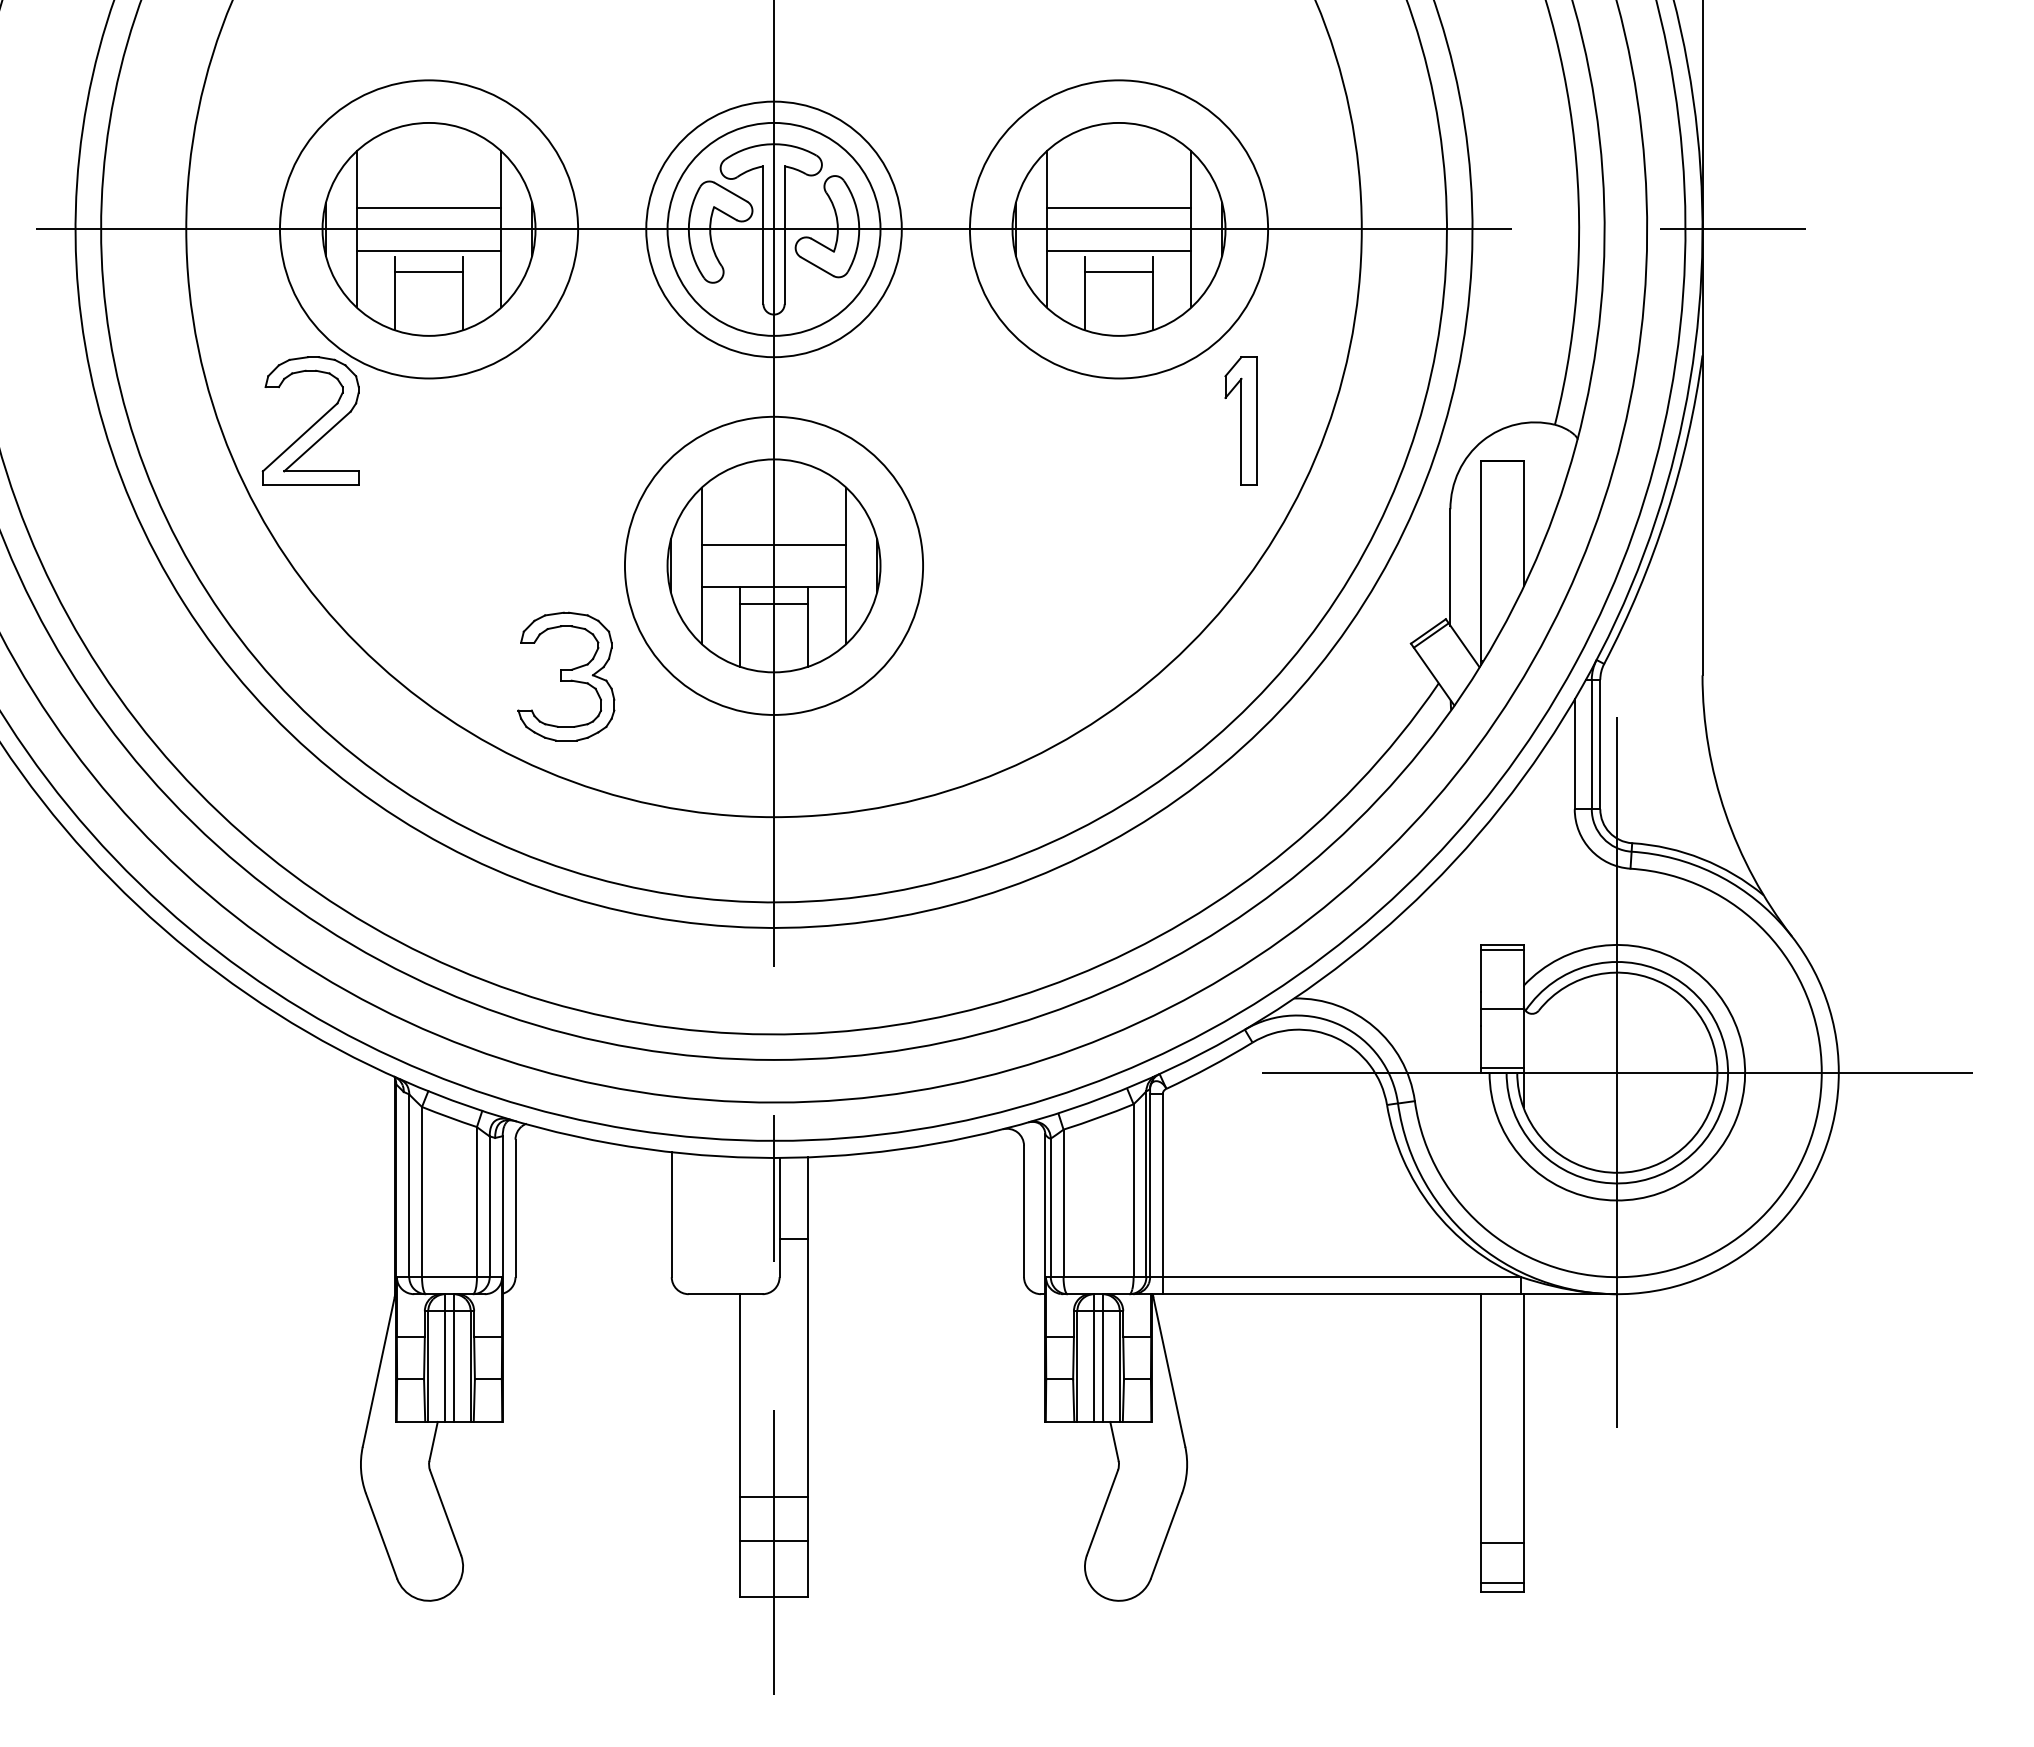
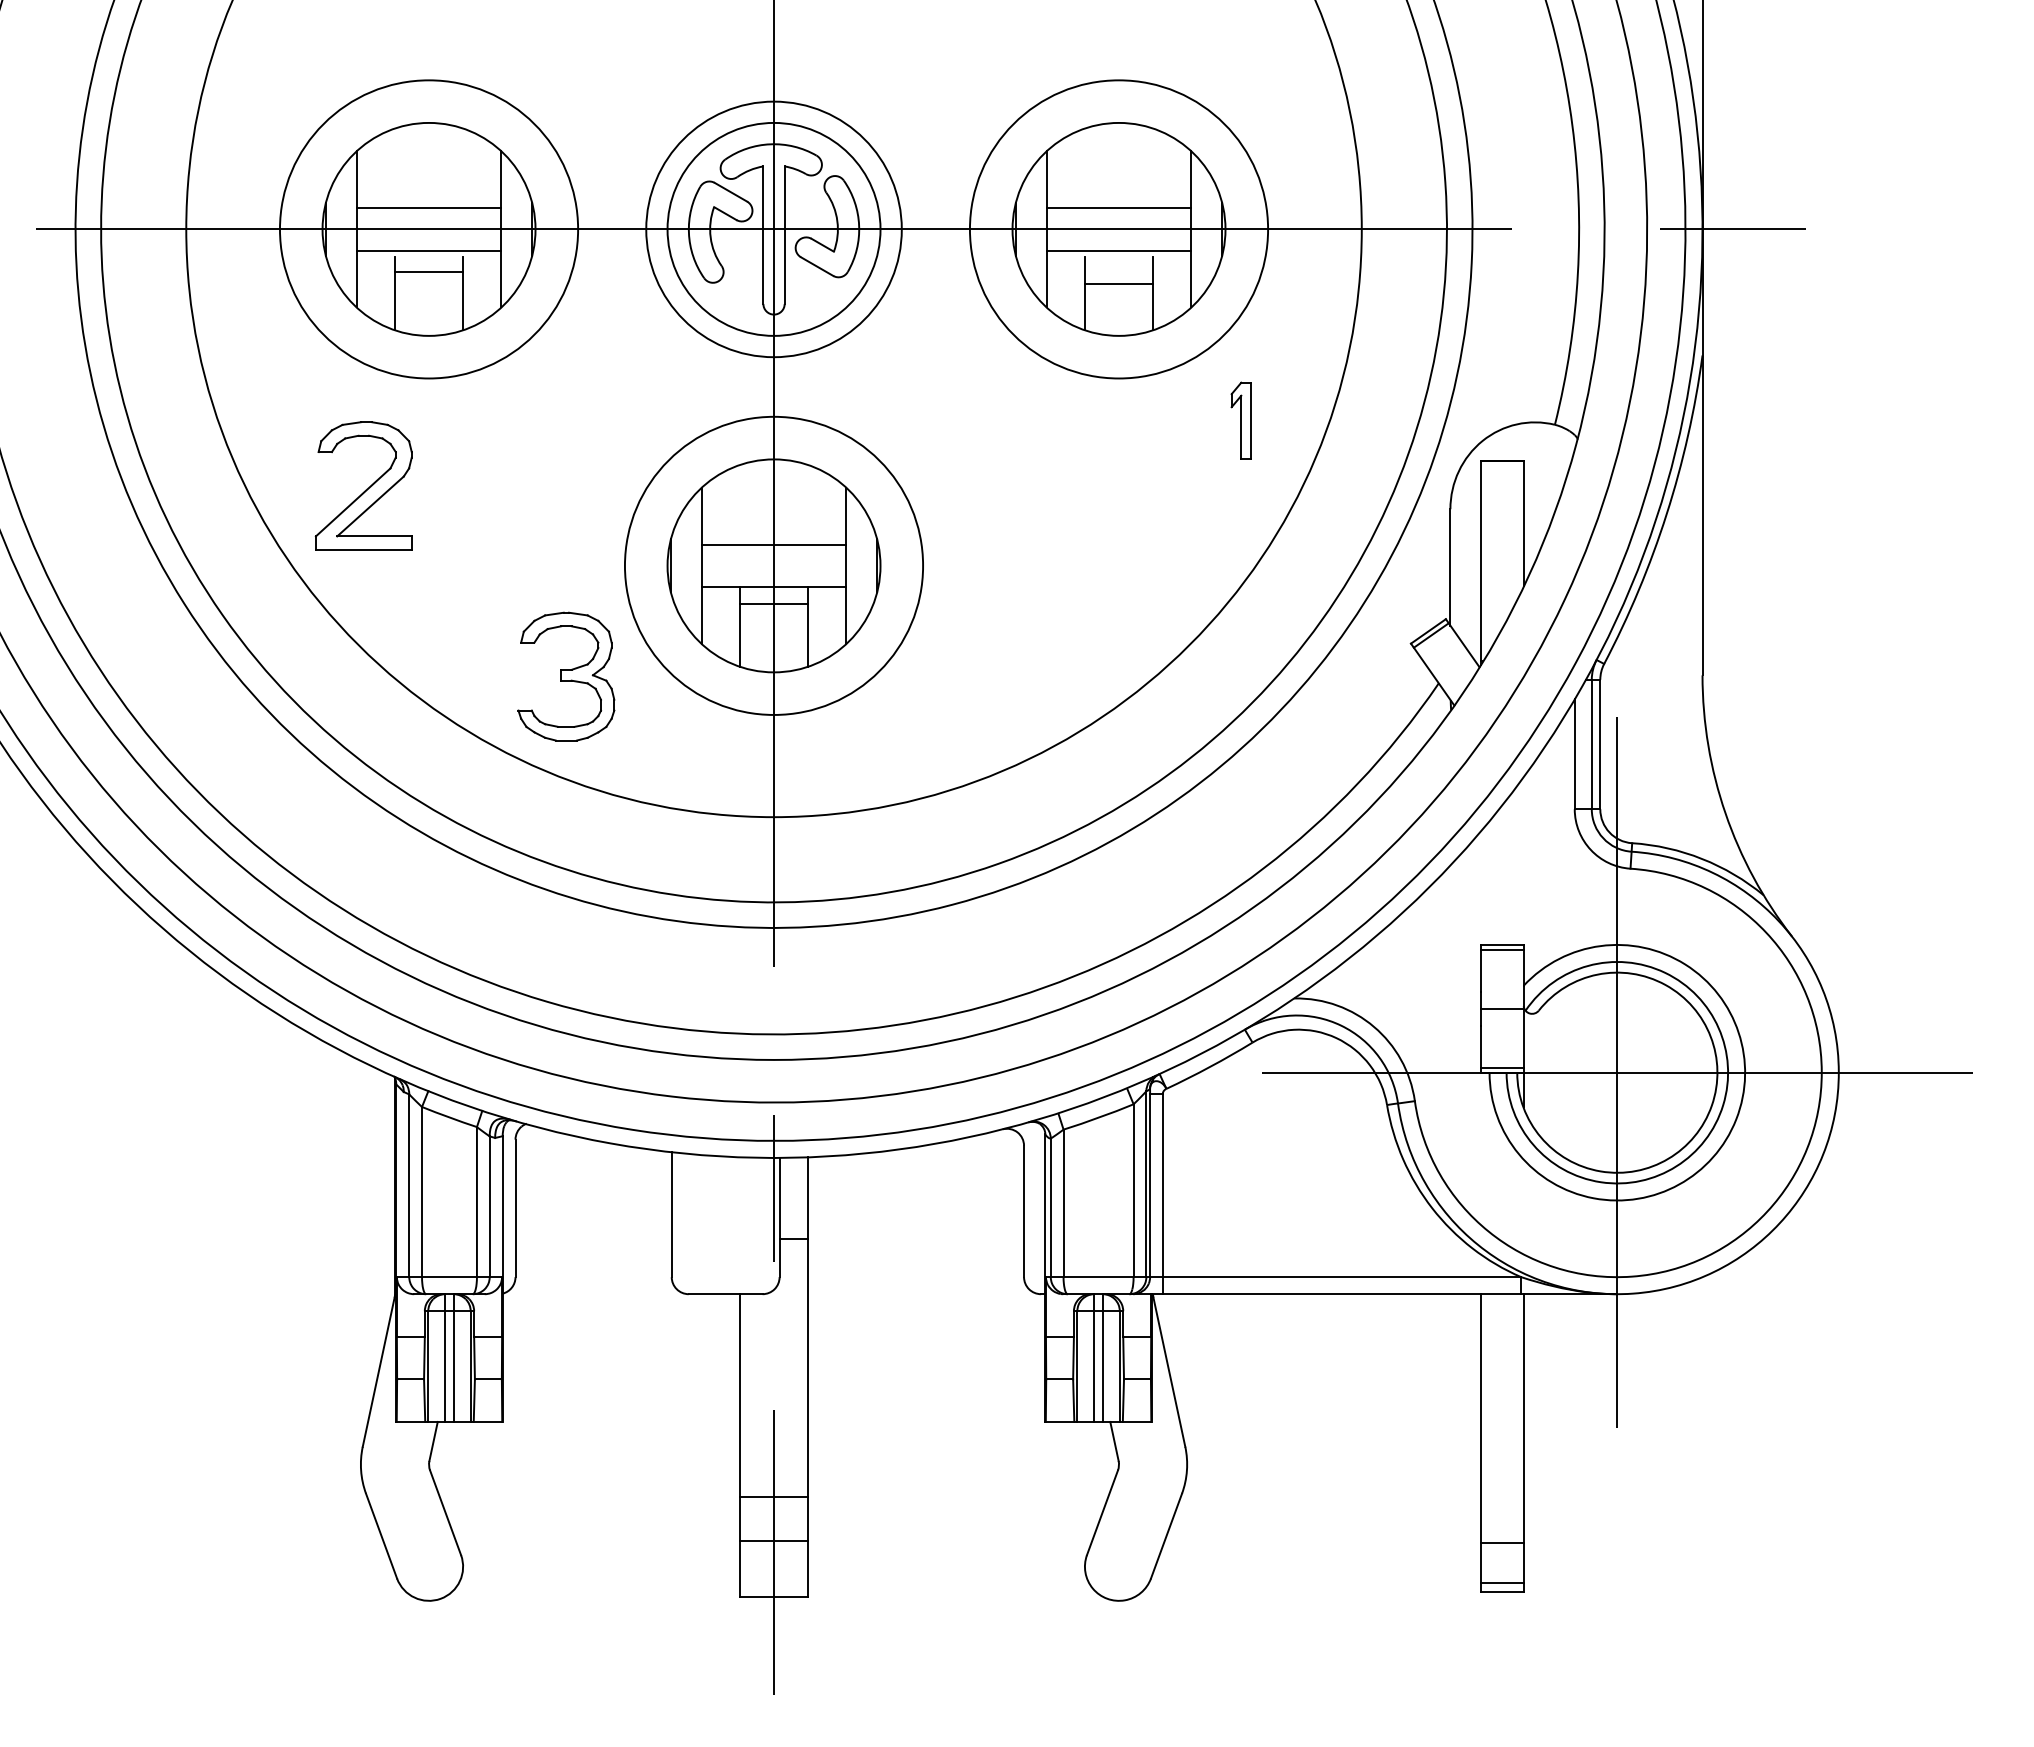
line at (1118, 272) position: (1118, 272) -> (1118, 284)
part at (310, 420) position: (310, 420) -> (363, 485)
part at (1240, 420) size: 34x130 px -> 22x79 px
